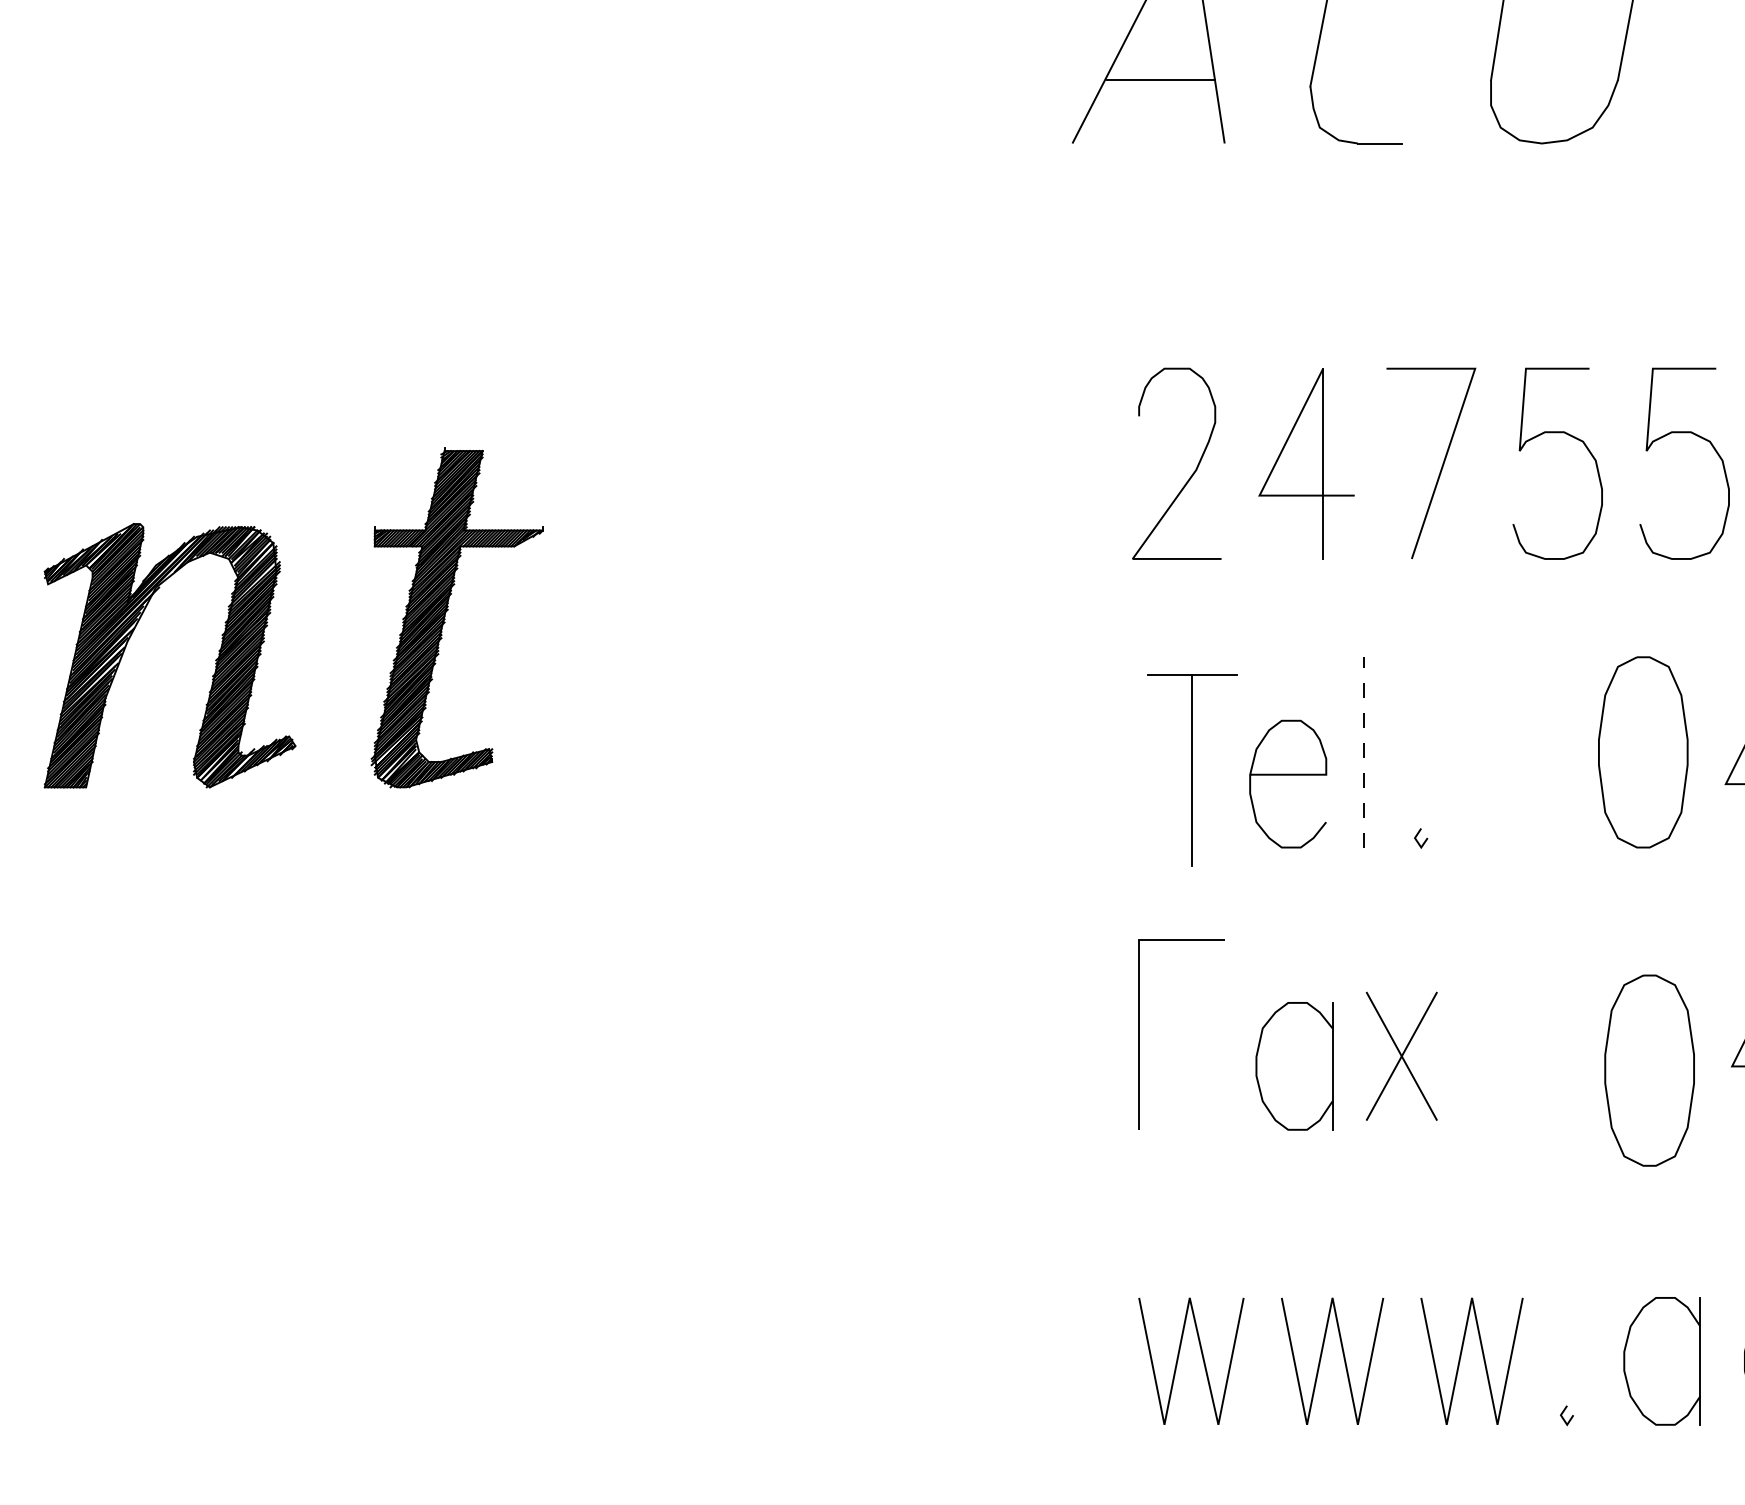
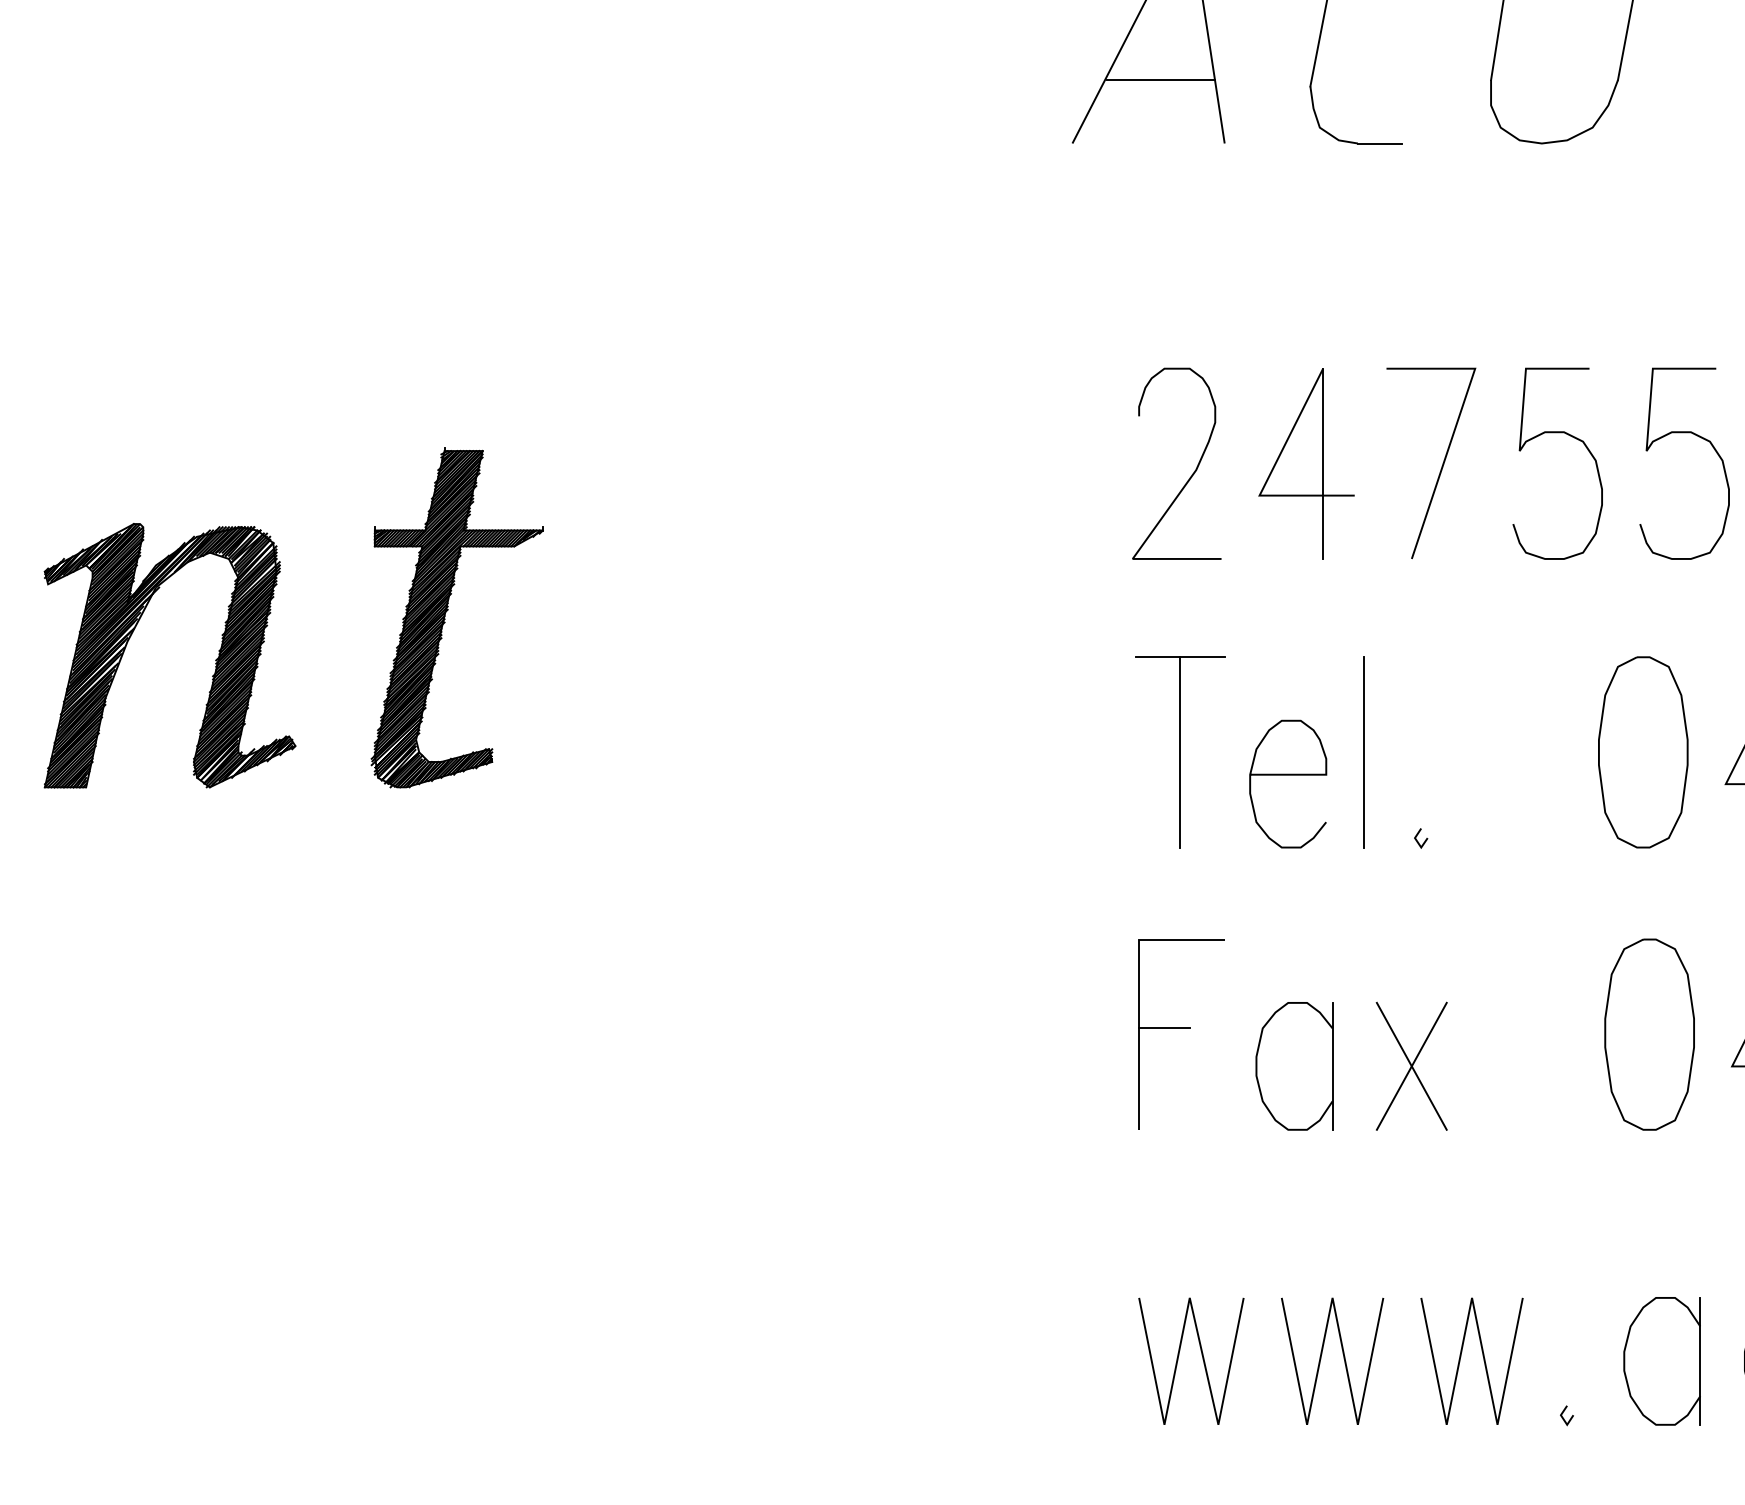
line at (1364, 751): dashed -> solid
part at (1192, 770) position: (1192, 770) -> (1180, 752)
line at (1164, 1028): none -> present
part at (1401, 1055) position: (1401, 1055) -> (1411, 1065)
part at (1649, 1070) position: (1649, 1070) -> (1649, 1034)
